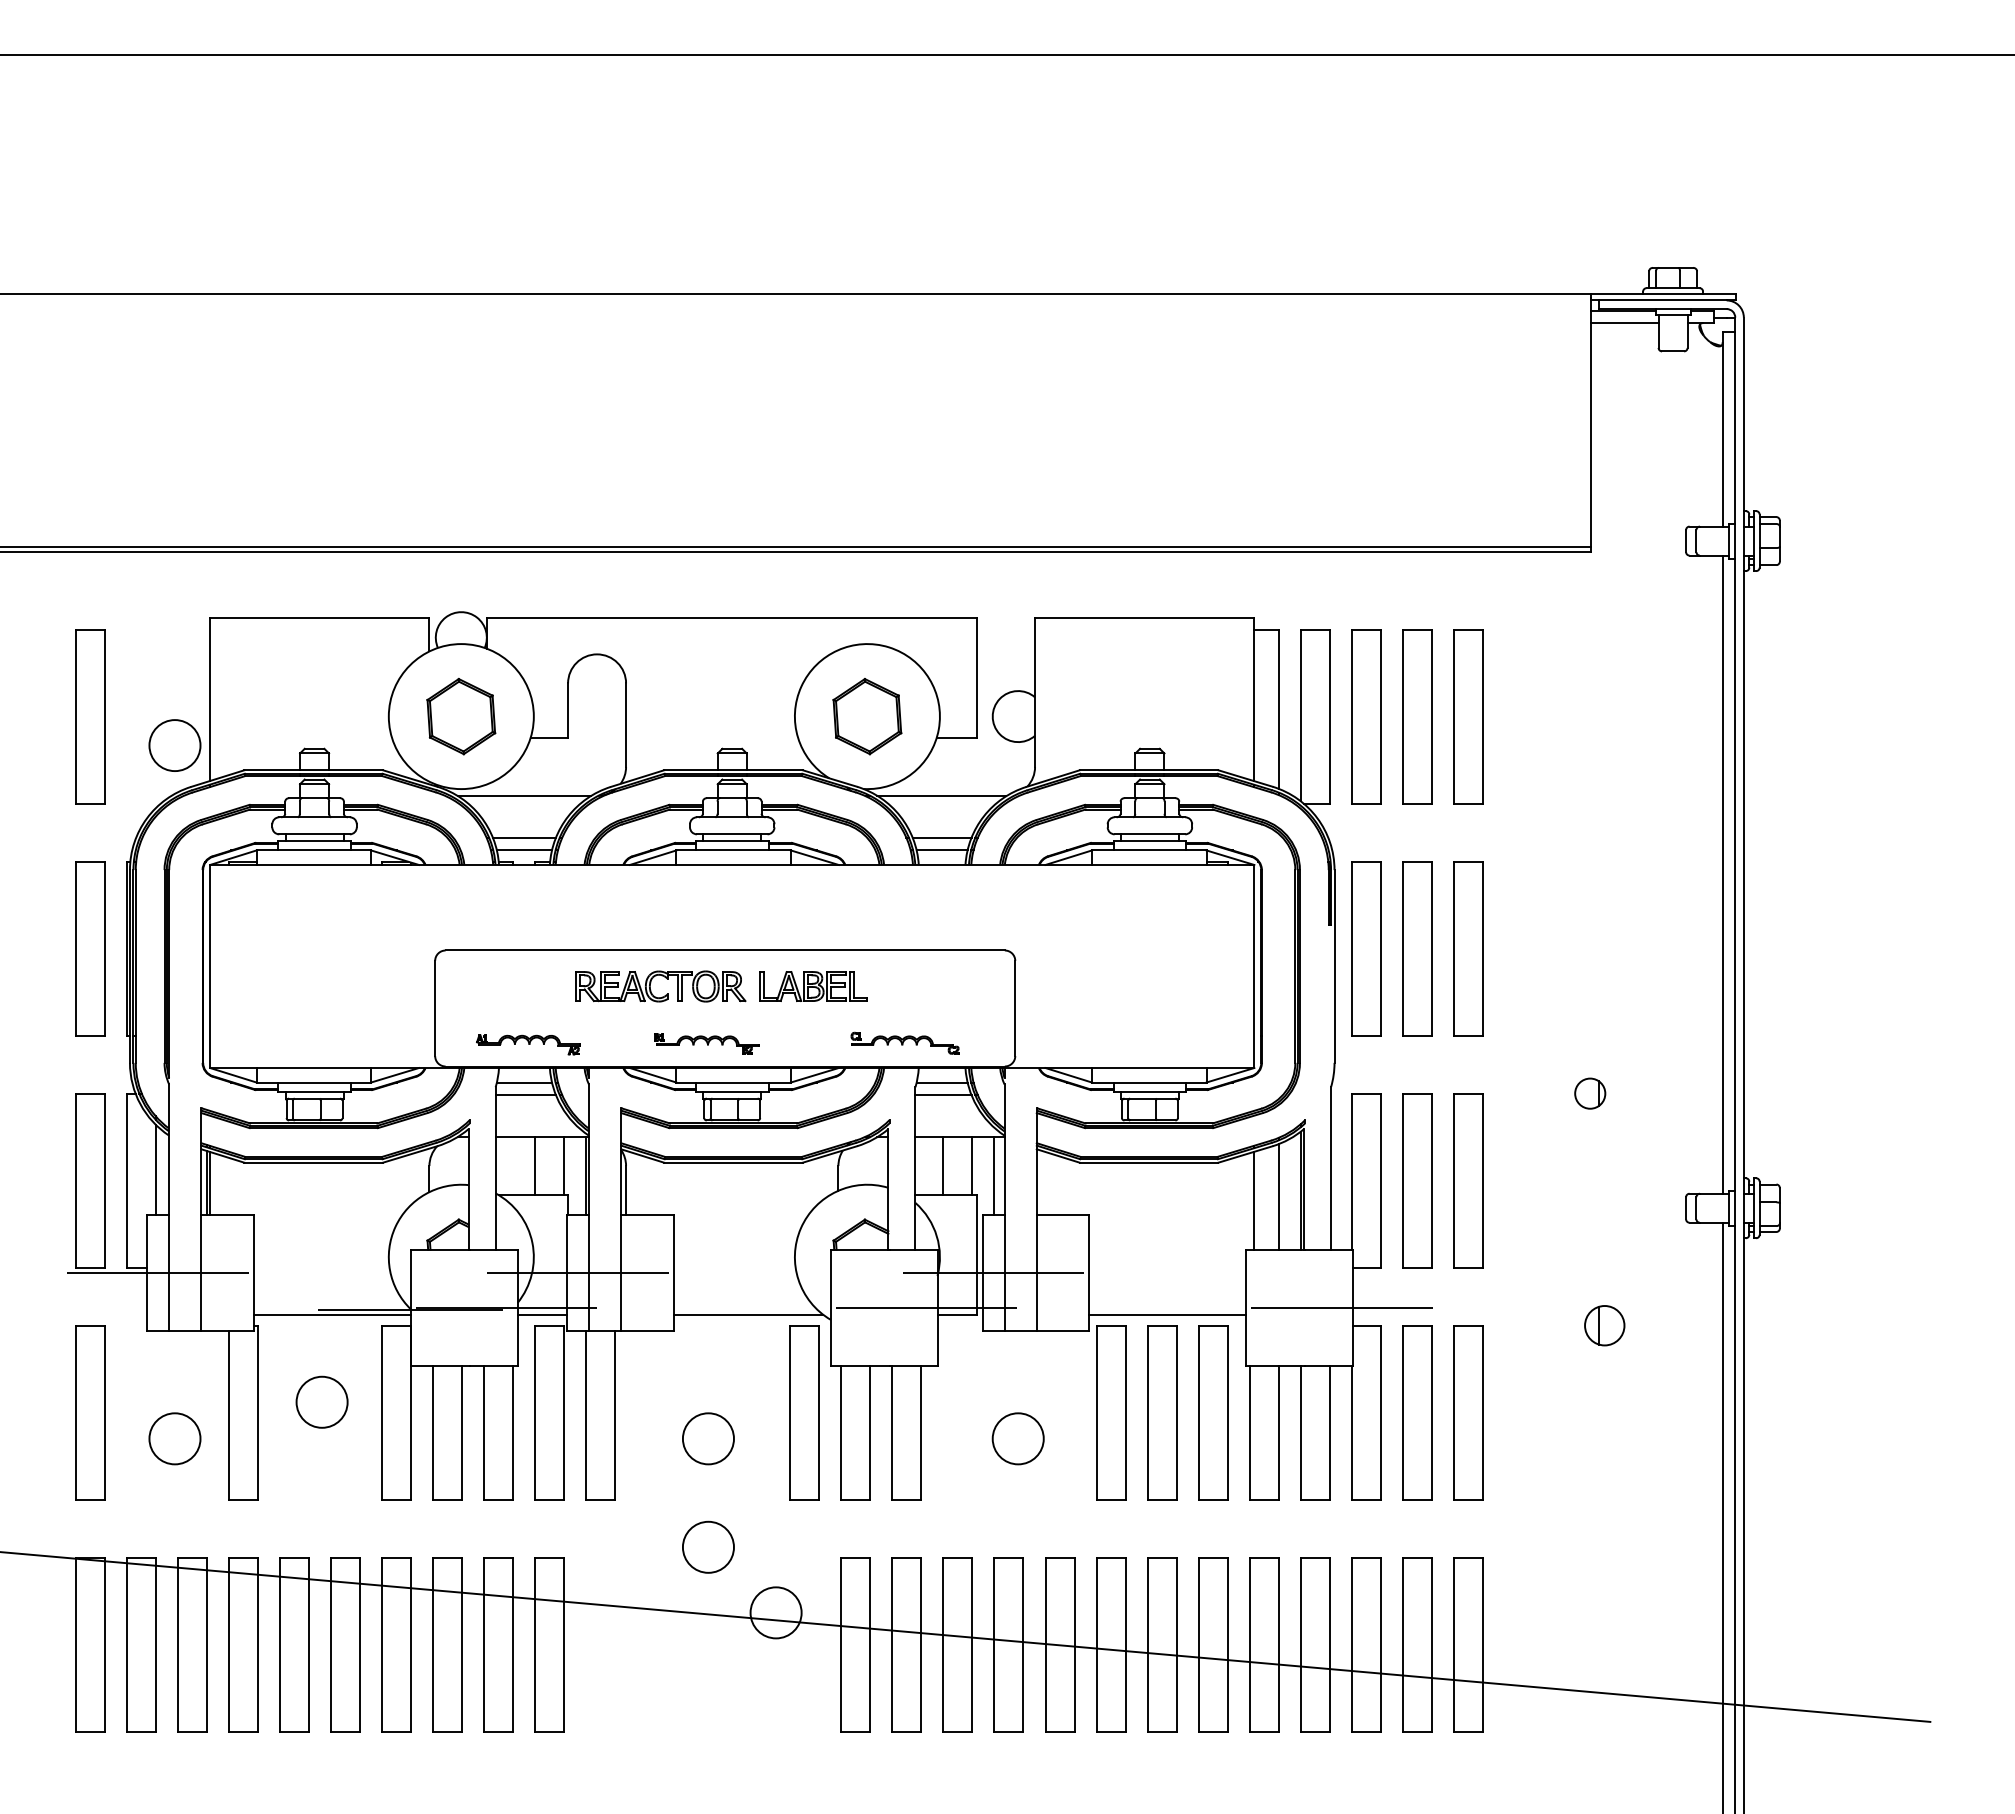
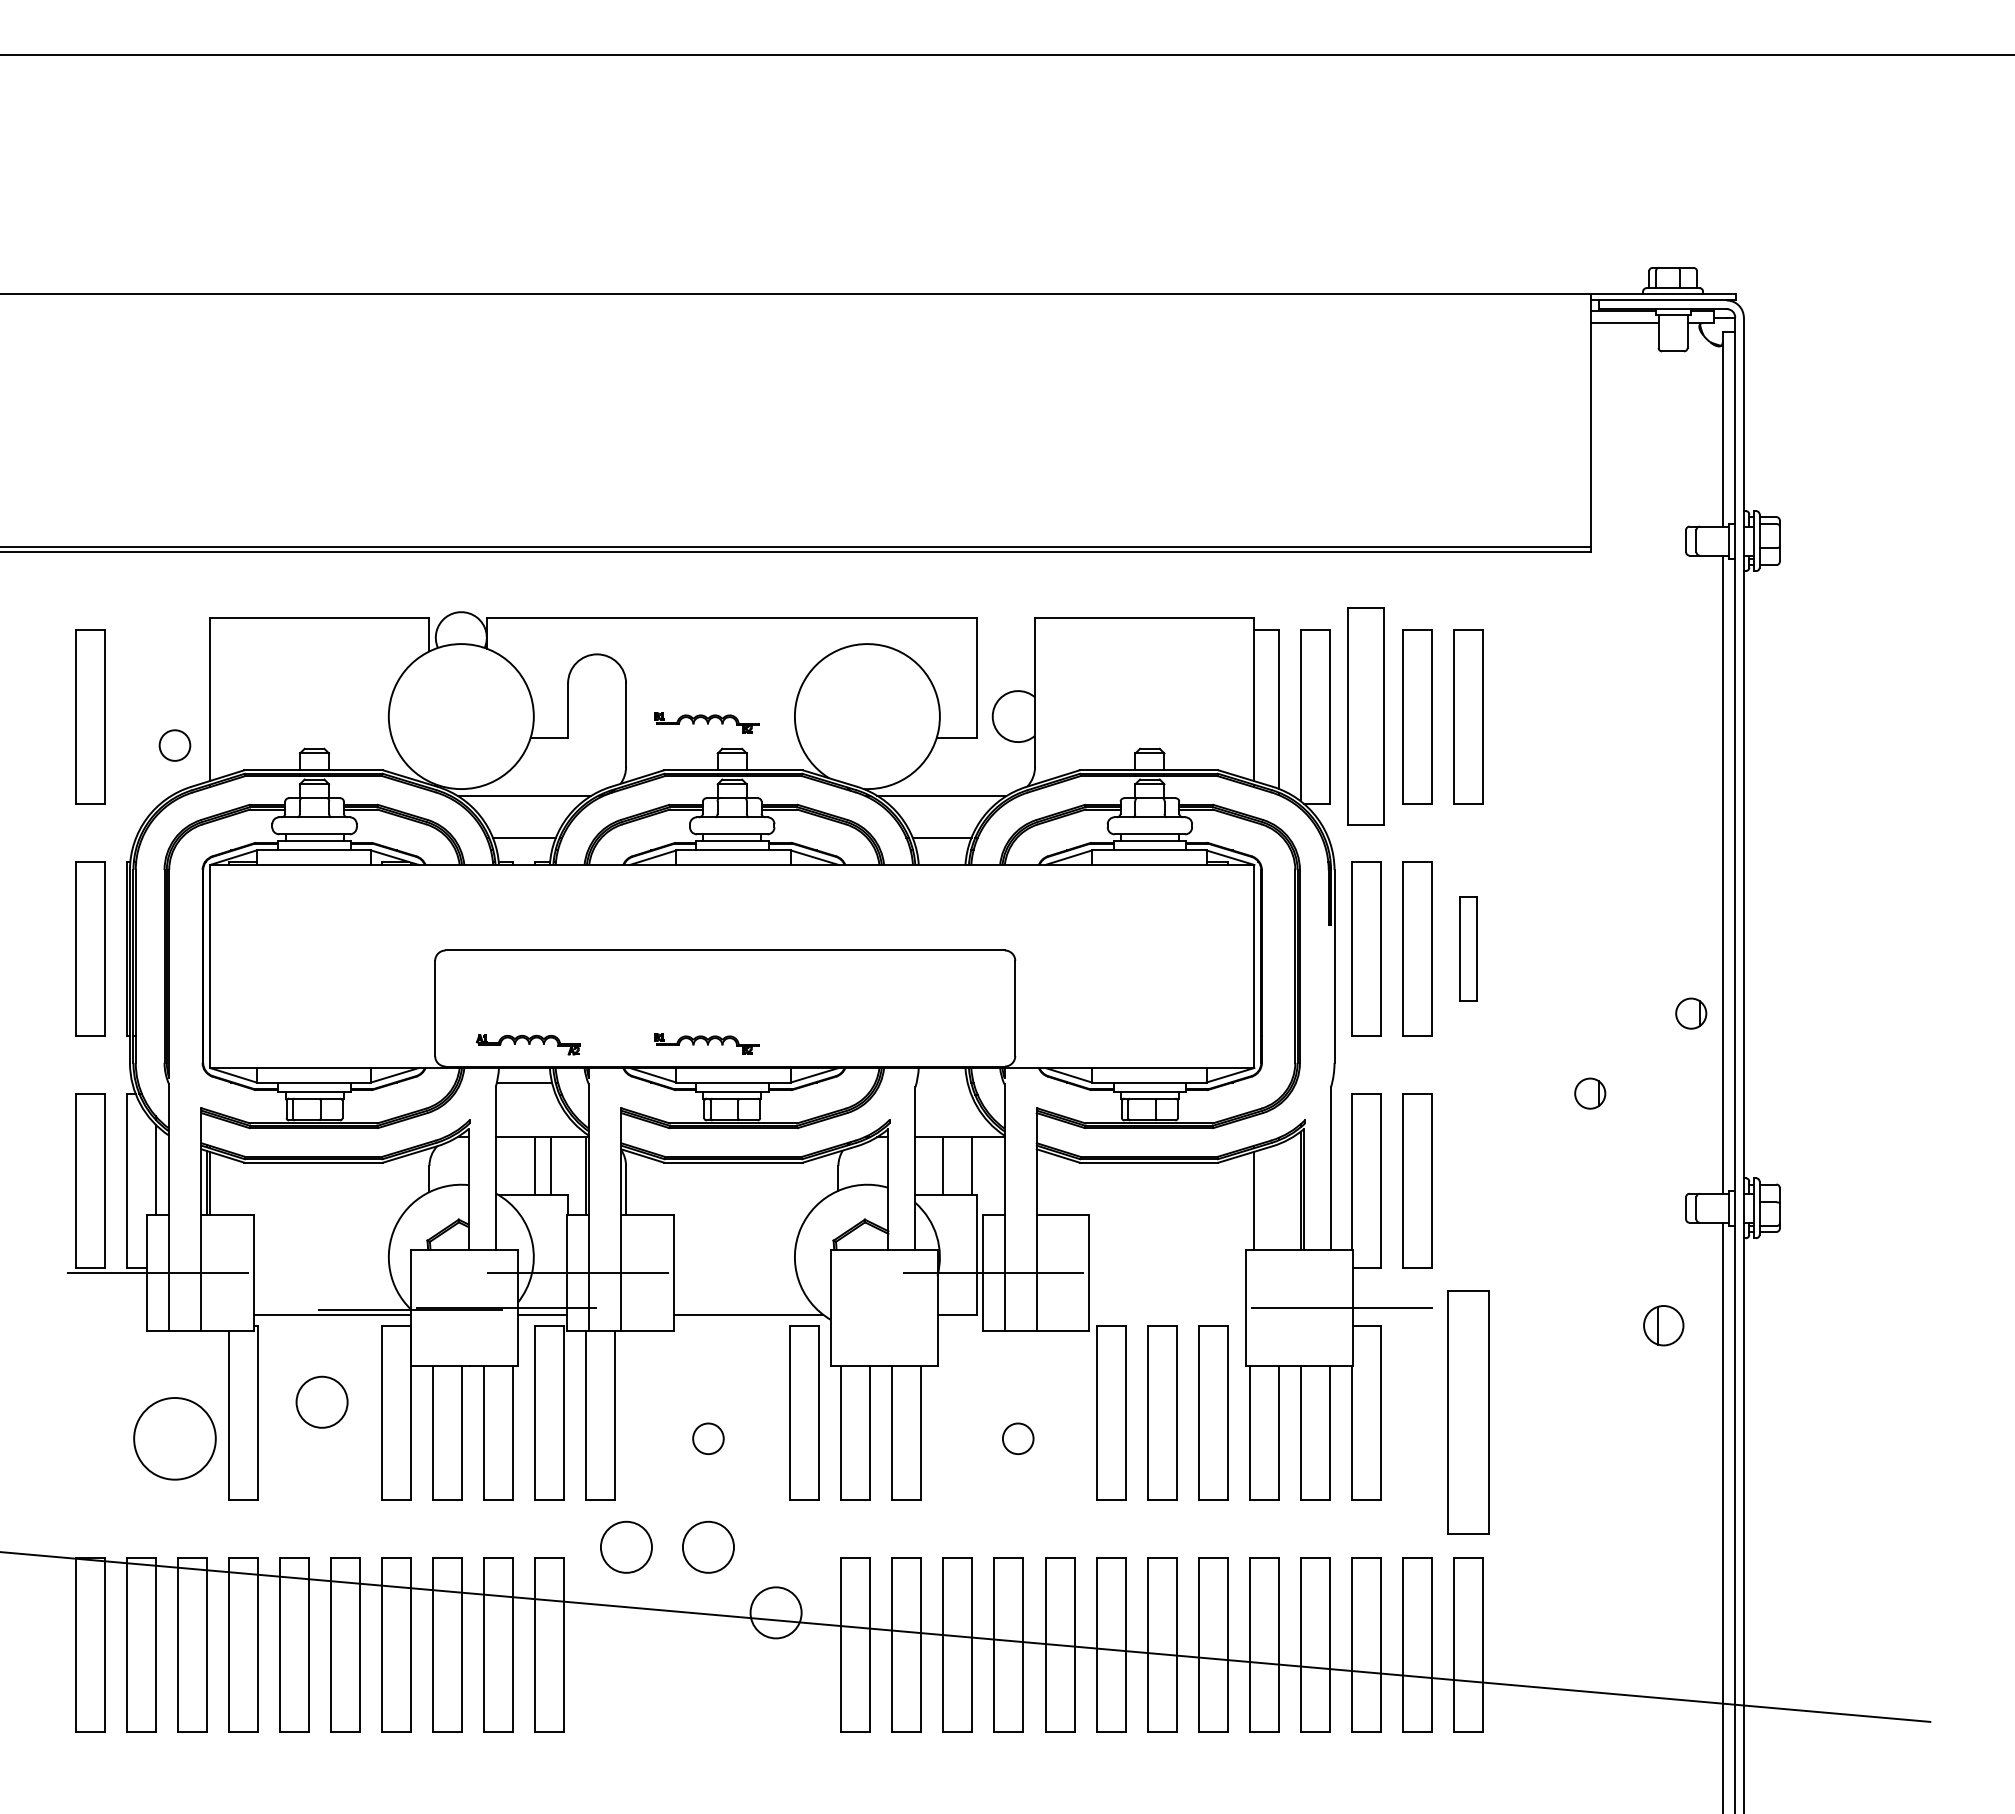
part at (461, 716): present -> none
part at (867, 716): present -> none
part at (1366, 716) size: 31x176 px -> 38x219 px
part at (706, 722): none -> present
circle at (174, 745) diameter: 51 px -> 31 px
line at (523, 850): present -> none
line at (941, 850): present -> none
part at (1468, 948) size: 31x176 px -> 19x106 px
part at (665, 978): present -> none
part at (813, 986): present -> none
part at (1691, 1013): none -> present
part at (904, 1042): present -> none
line at (941, 1082): present -> none
line at (525, 1095): present -> none
line at (943, 1095): present -> none
line at (564, 1166) position: (564, 1166) -> (551, 1166)
line at (994, 1176): present -> none
part at (1468, 1180): present -> none
line at (1278, 1196): present -> none
line at (926, 1307): present -> none
line at (1167, 1314): present -> none
part at (1604, 1325) position: (1604, 1325) -> (1663, 1325)
part at (90, 1412): present -> none
part at (1417, 1412): present -> none
part at (1468, 1412) size: 31x176 px -> 43x245 px
circle at (174, 1438) diameter: 51 px -> 82 px
circle at (707, 1438) diameter: 51 px -> 31 px
circle at (1017, 1438) diameter: 51 px -> 31 px
circle at (626, 1546): none -> present
